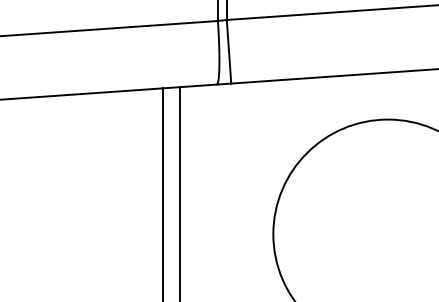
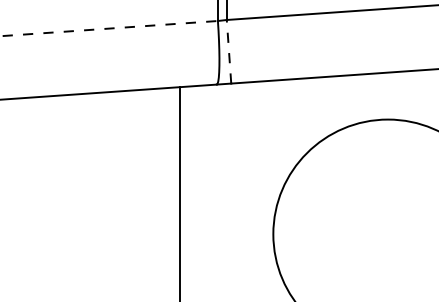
line at (109, 28): solid -> dashed
line at (229, 51): solid -> dashed
line at (162, 193): present -> none
